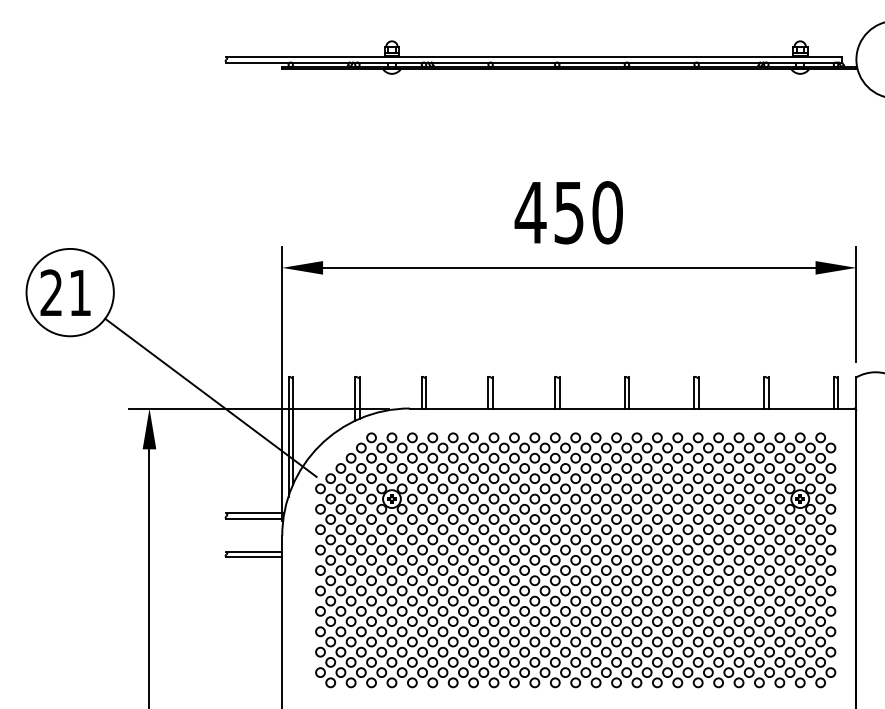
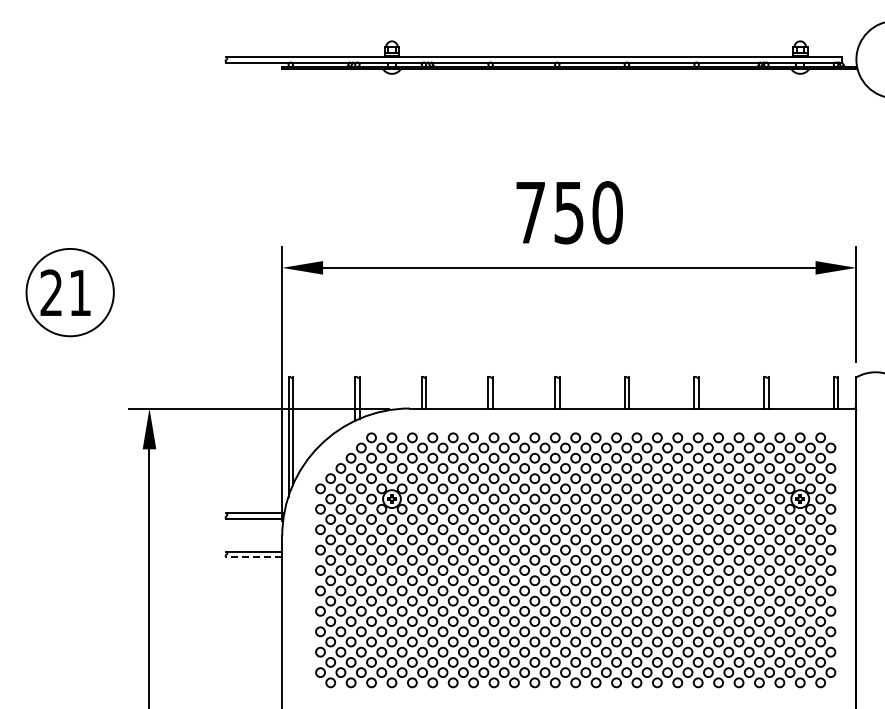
text at (530, 212): 450 -> 750
line at (210, 397): present -> none
line at (254, 557): solid -> dashed
